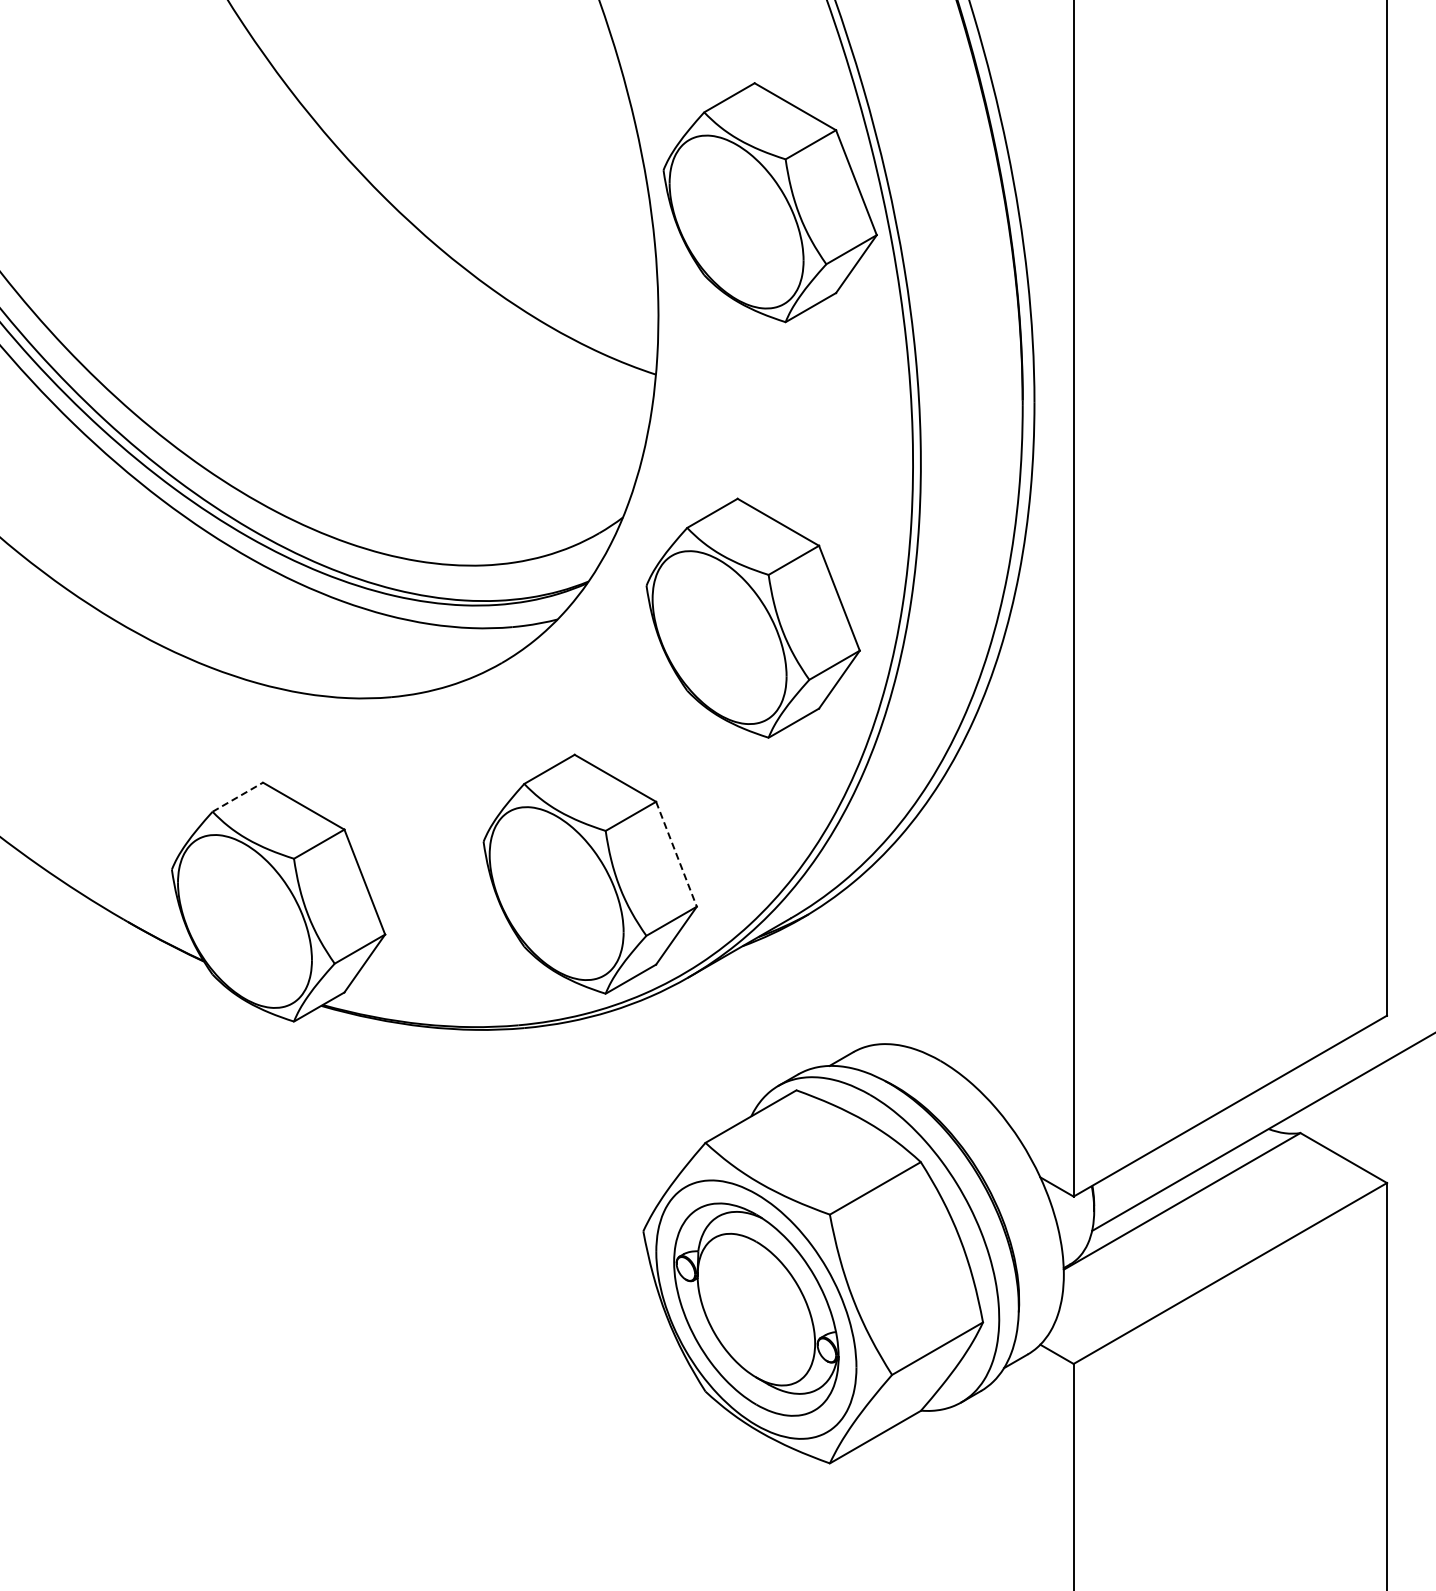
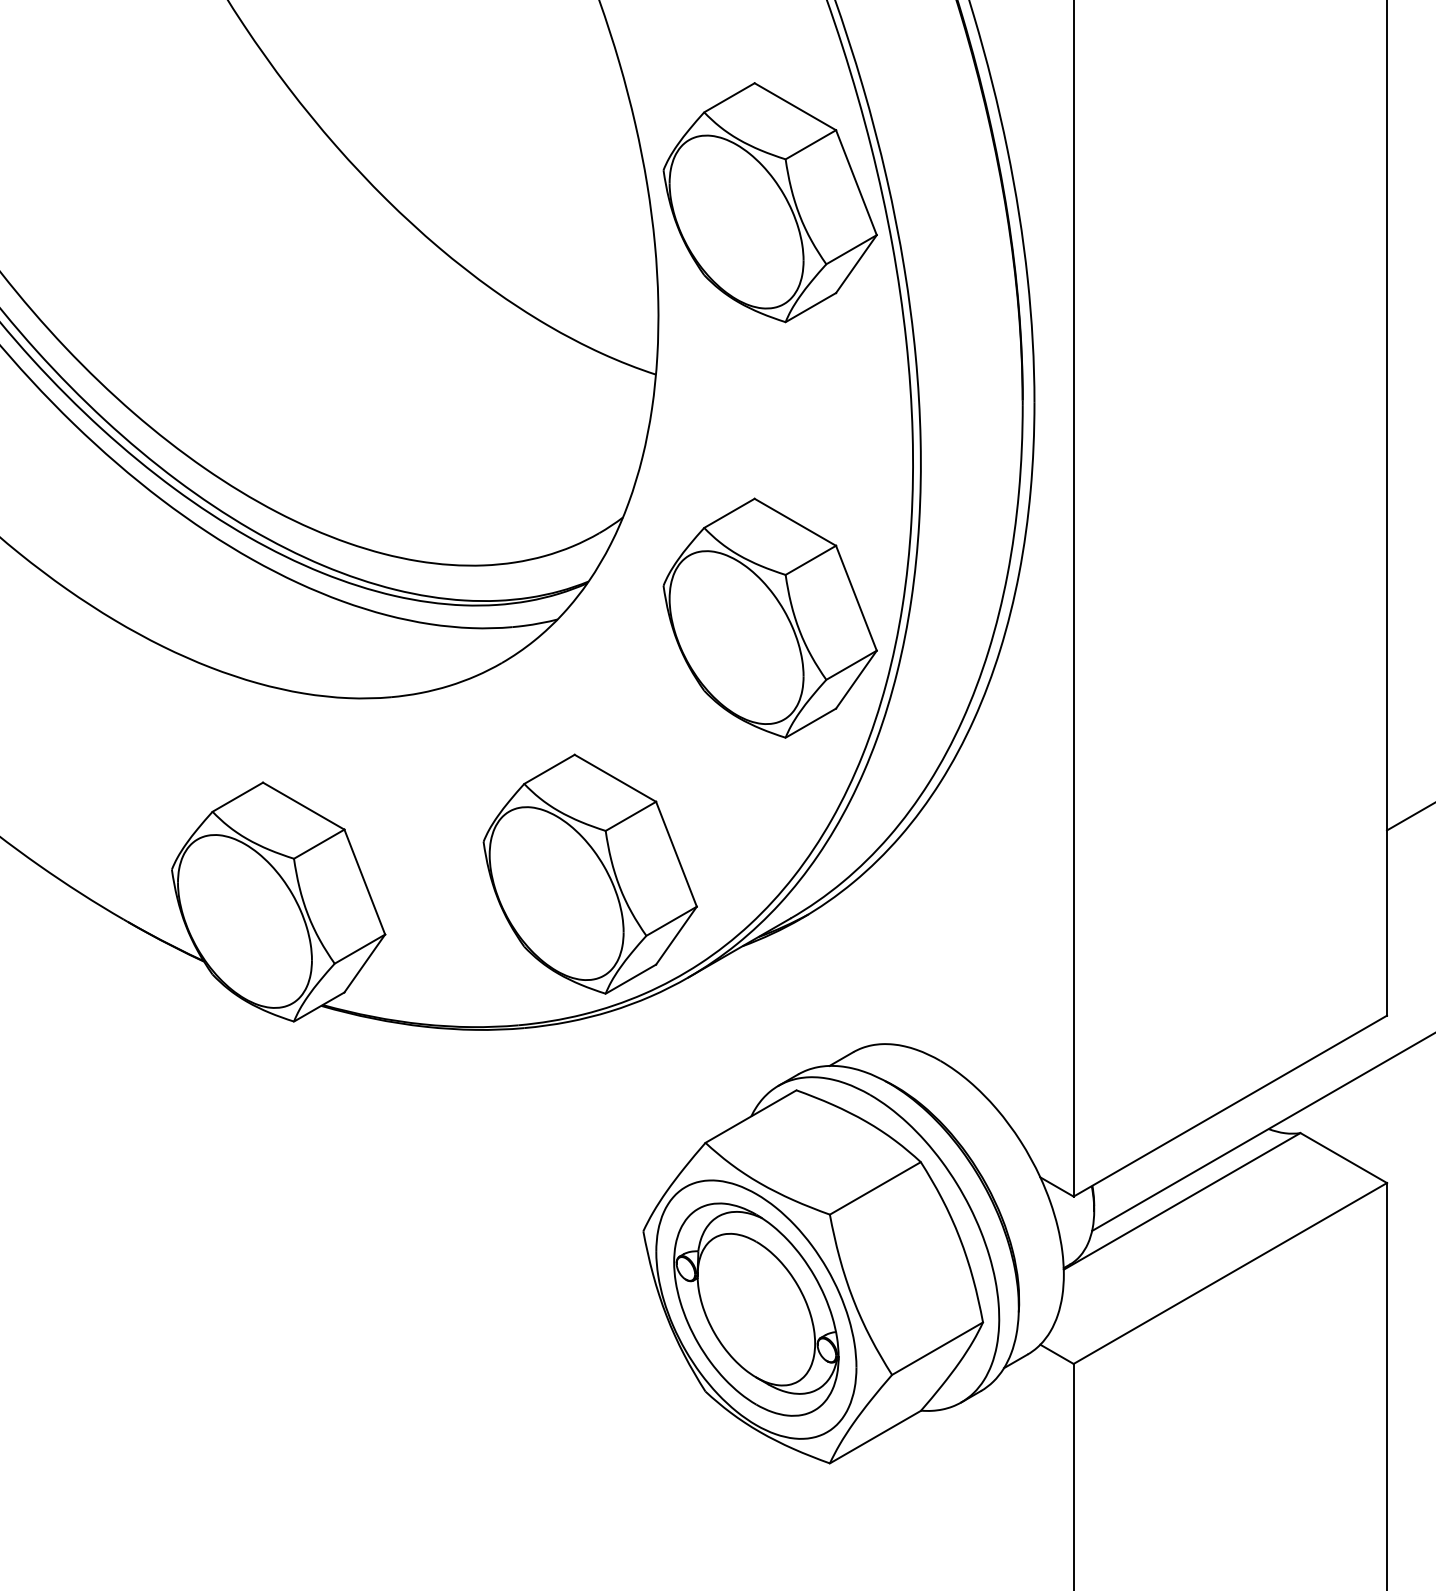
part at (752, 617) position: (752, 617) -> (769, 617)
line at (238, 796): dashed -> solid
line at (1409, 816): none -> present
line at (676, 854): dashed -> solid
